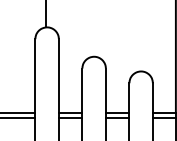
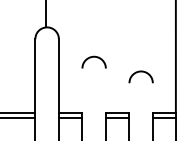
line at (82, 90): present -> none
line at (105, 90): present -> none
line at (129, 97): present -> none
line at (152, 97): present -> none
